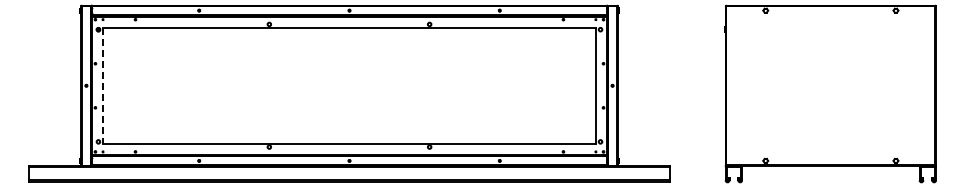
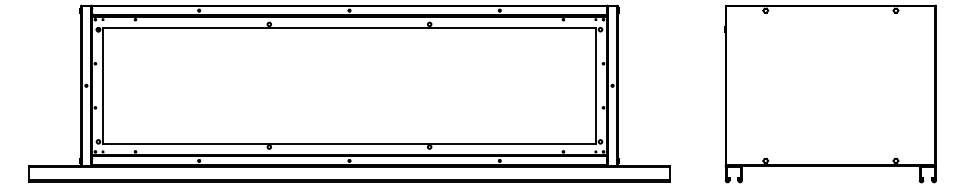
line at (103, 86): dashed -> solid
